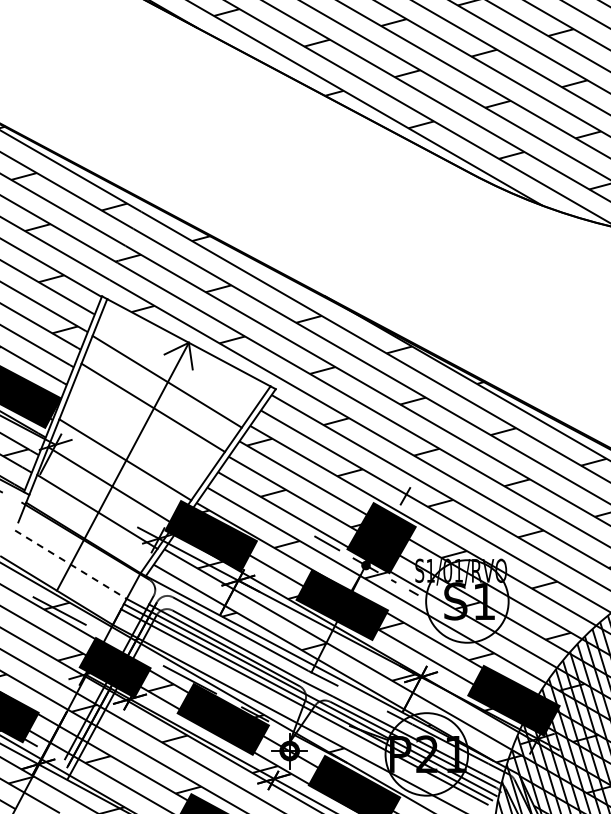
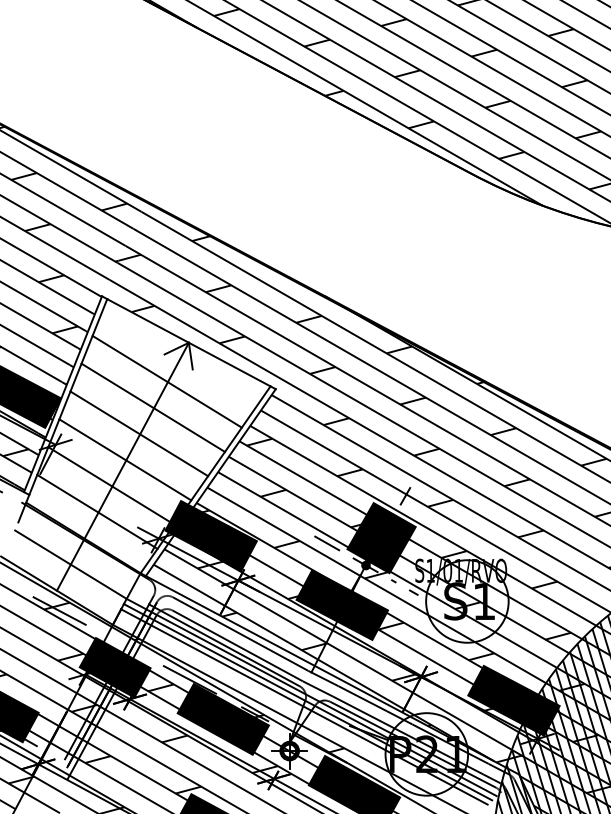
line at (139, 433): none -> present
line at (71, 564): dashed -> solid
line at (362, 698): none -> present
